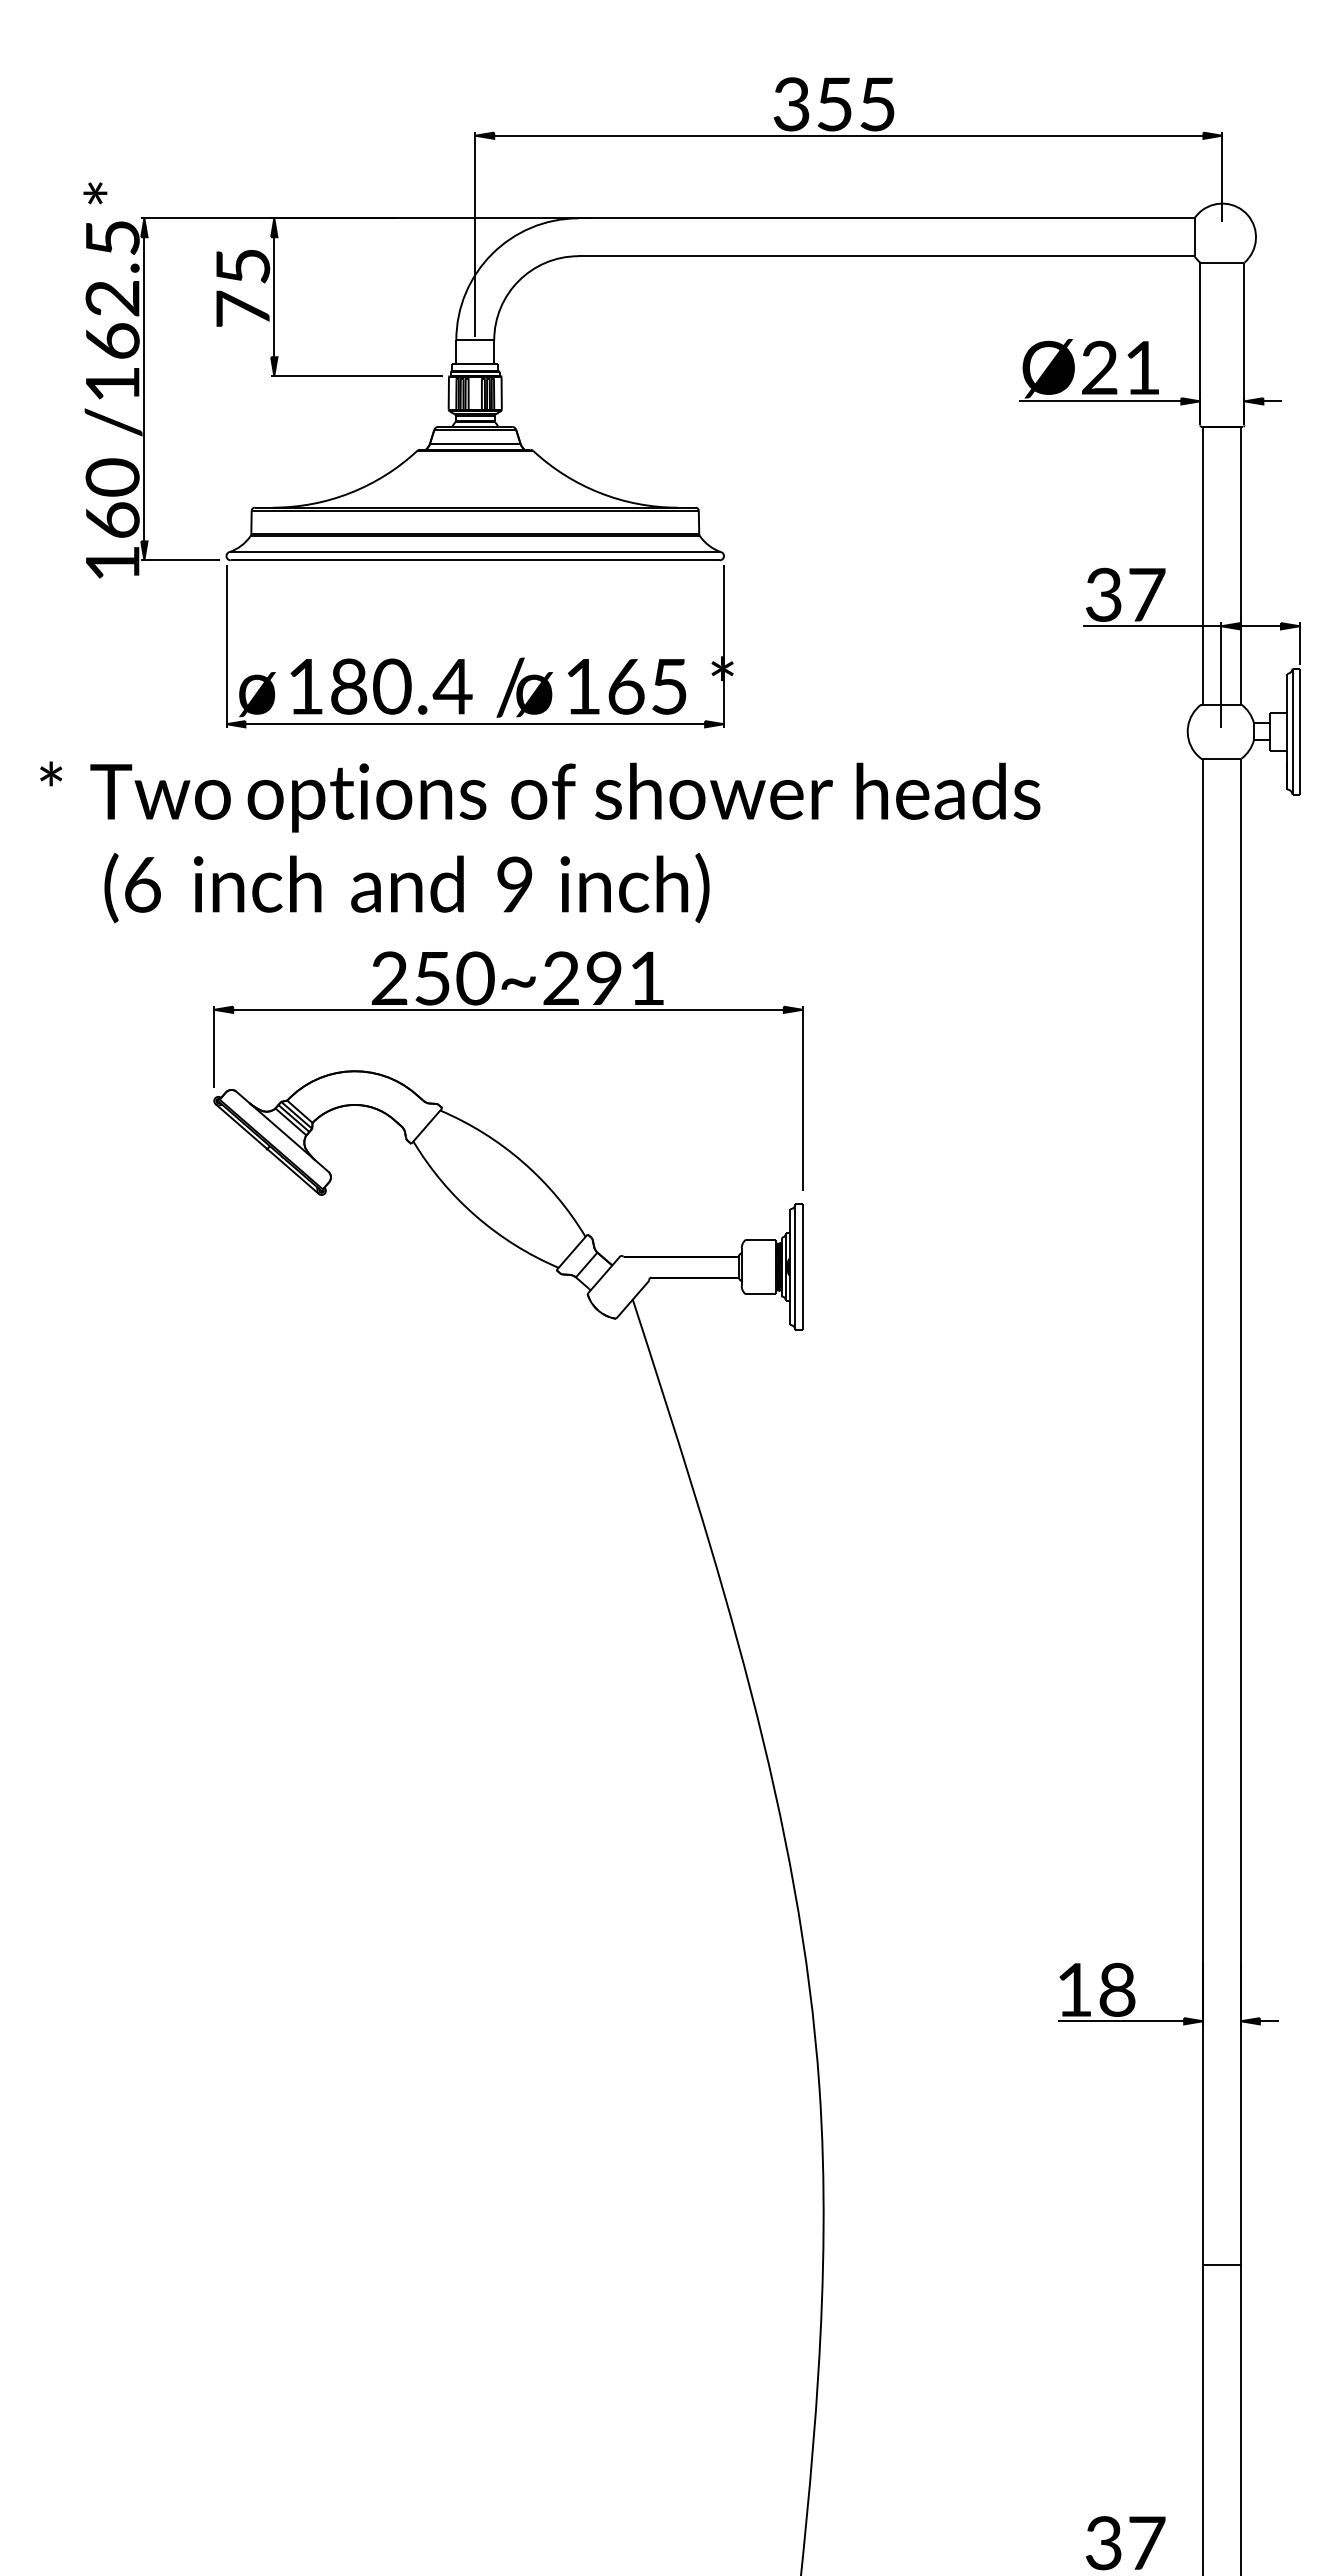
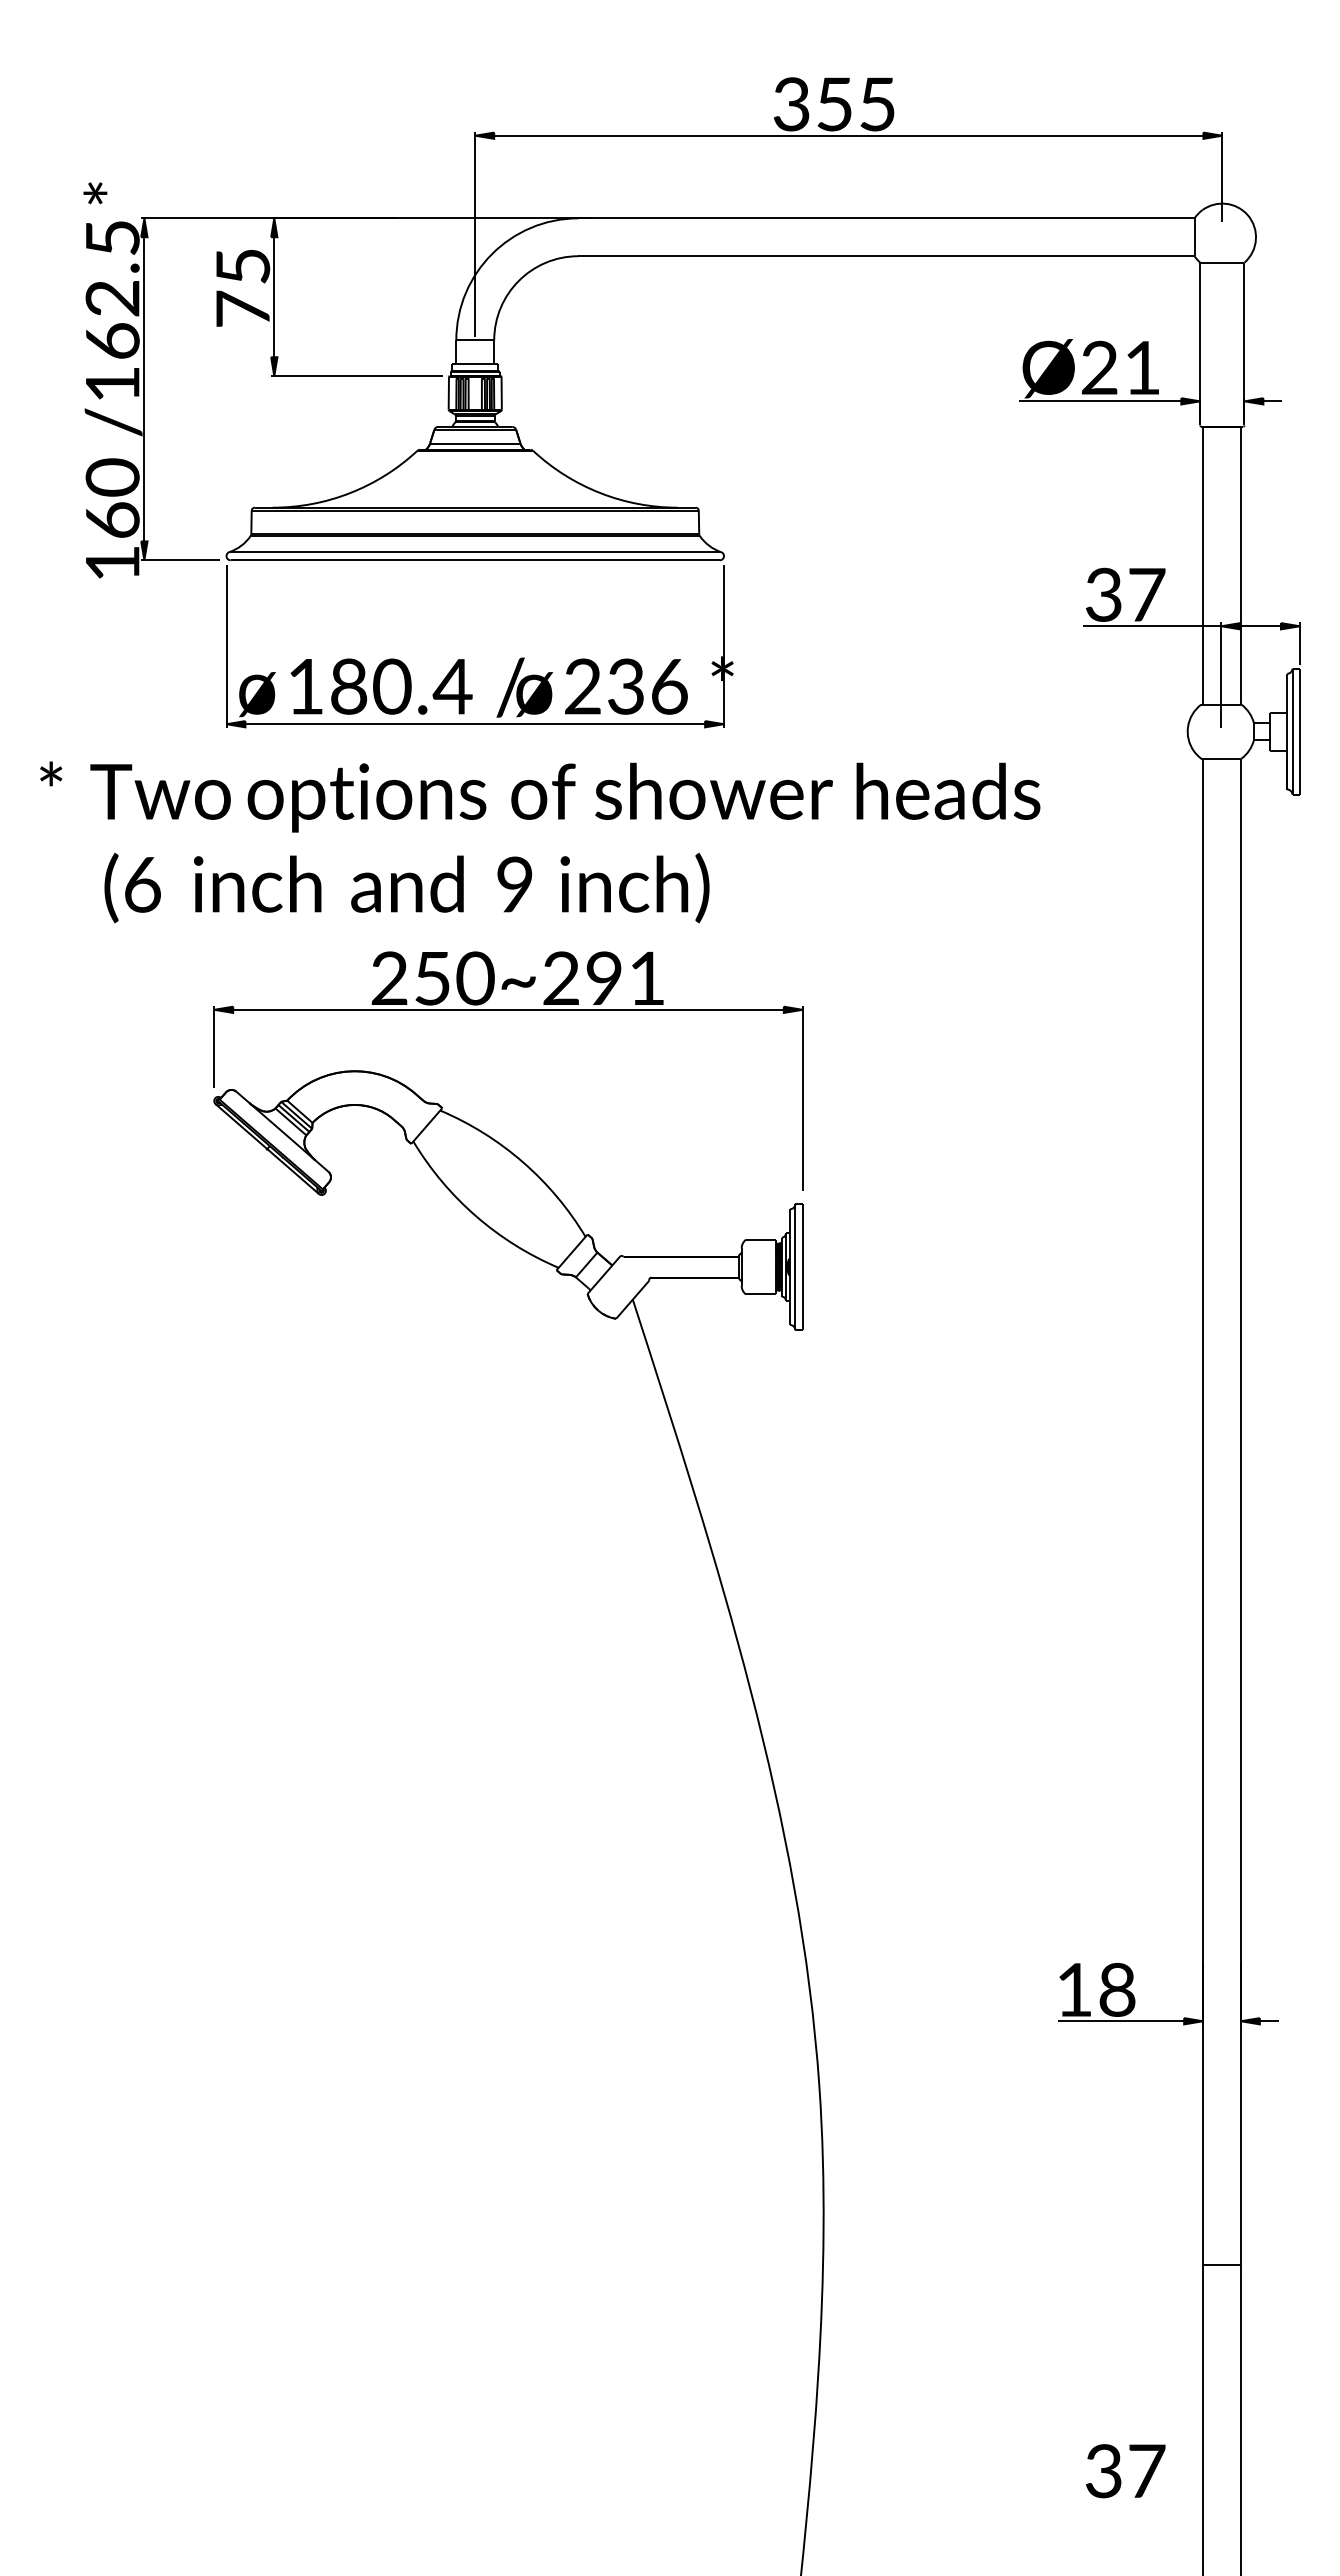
text at (626, 686): 165 -> 236
text at (1125, 2543) position: (1125, 2543) -> (1125, 2471)
